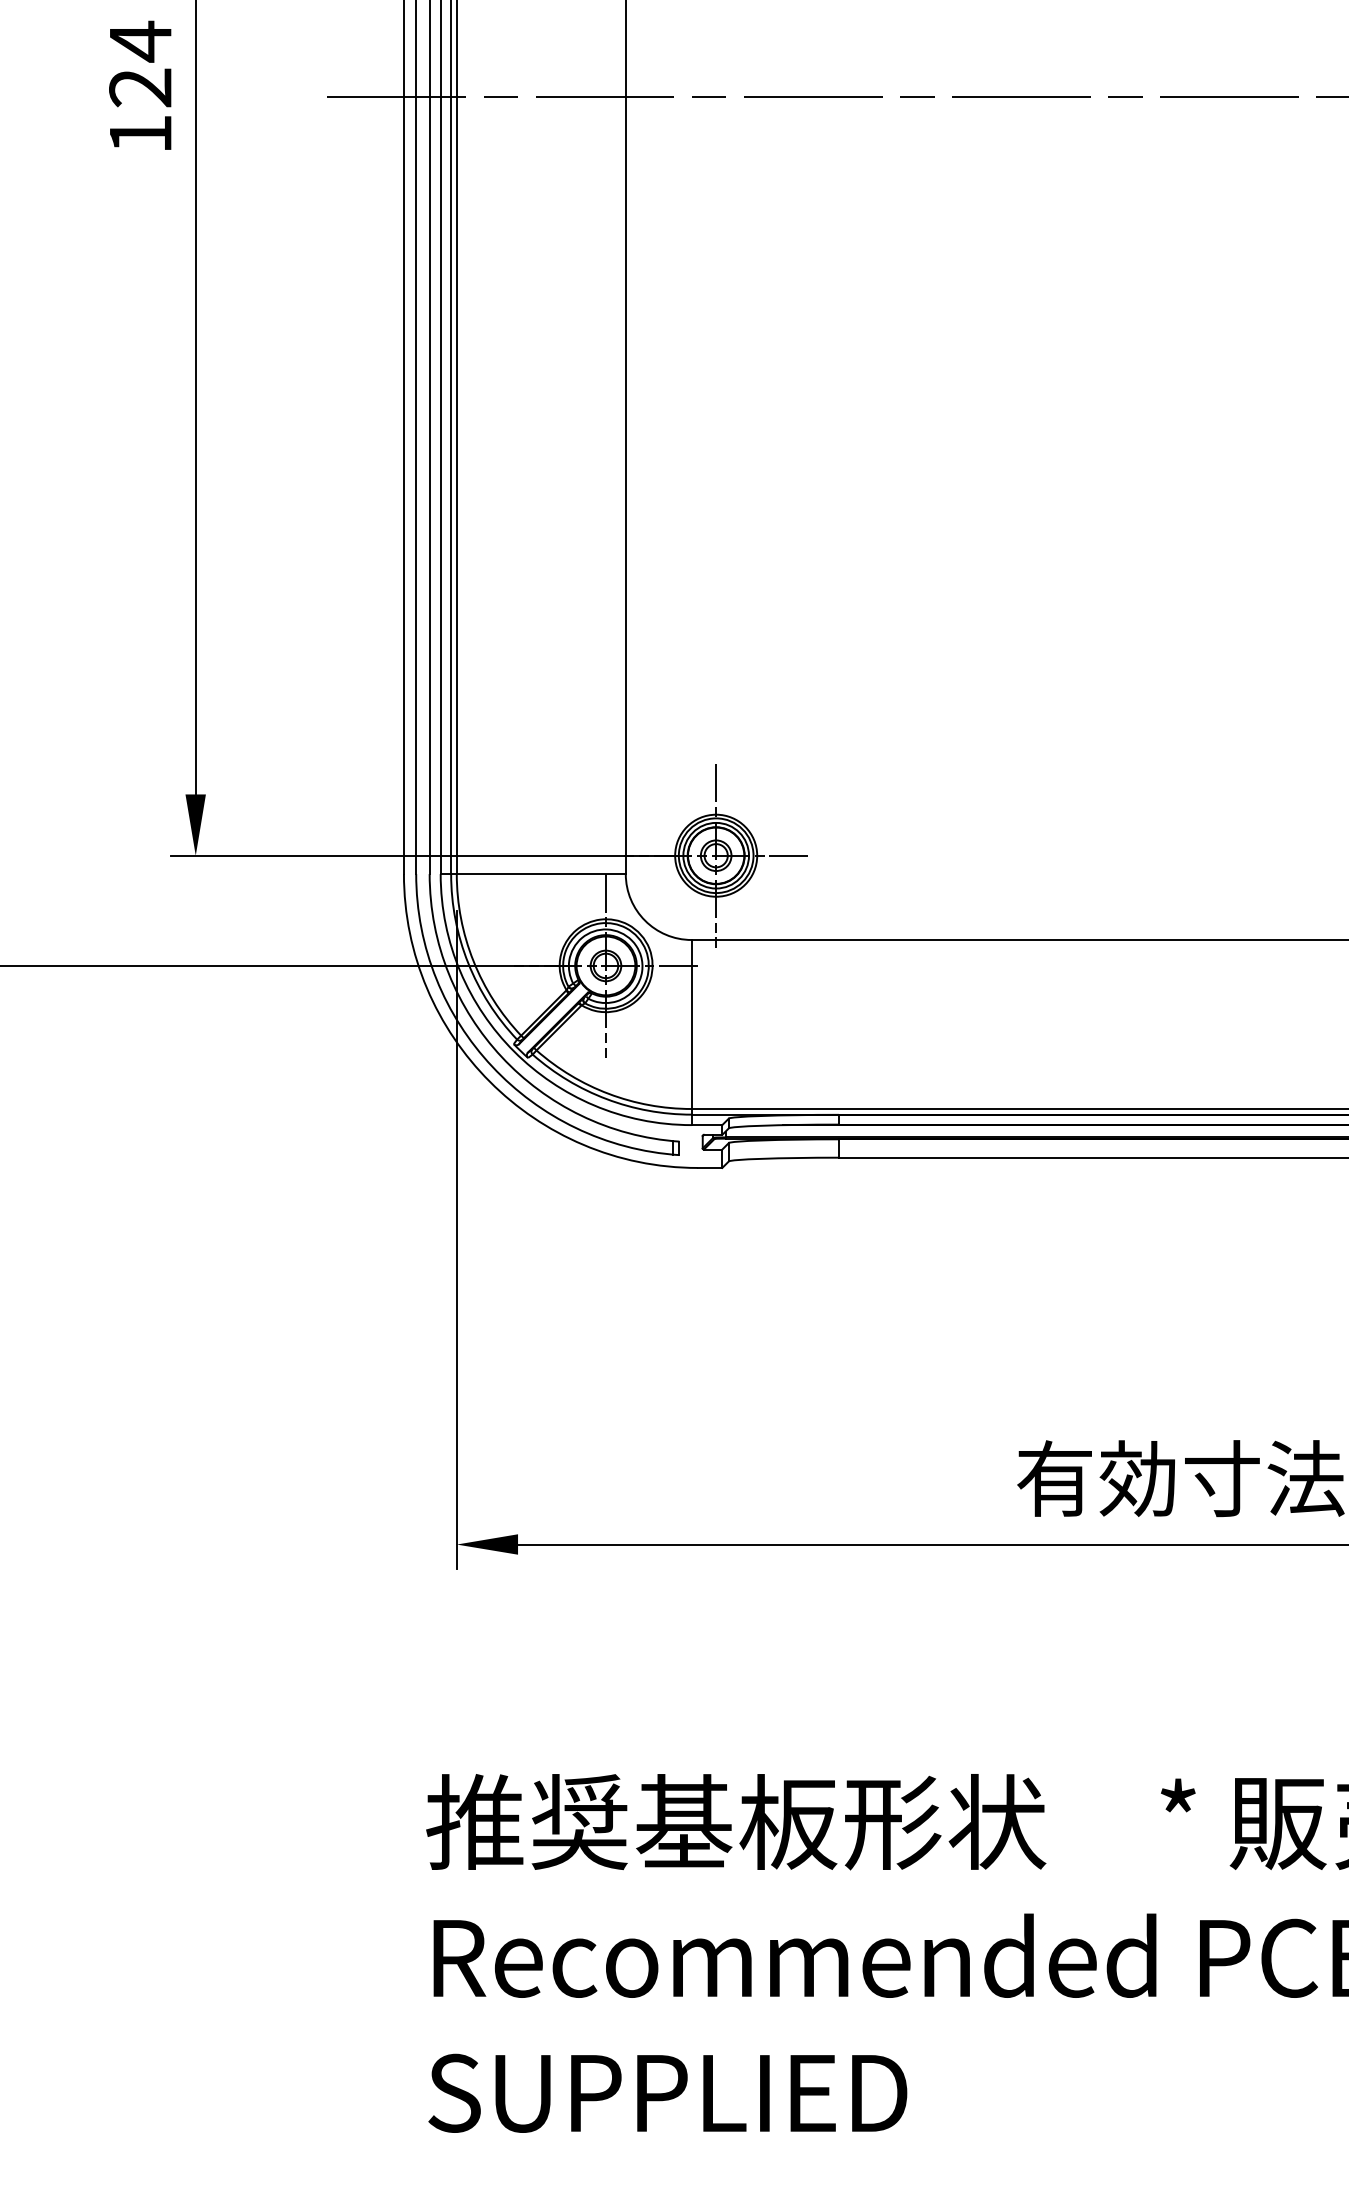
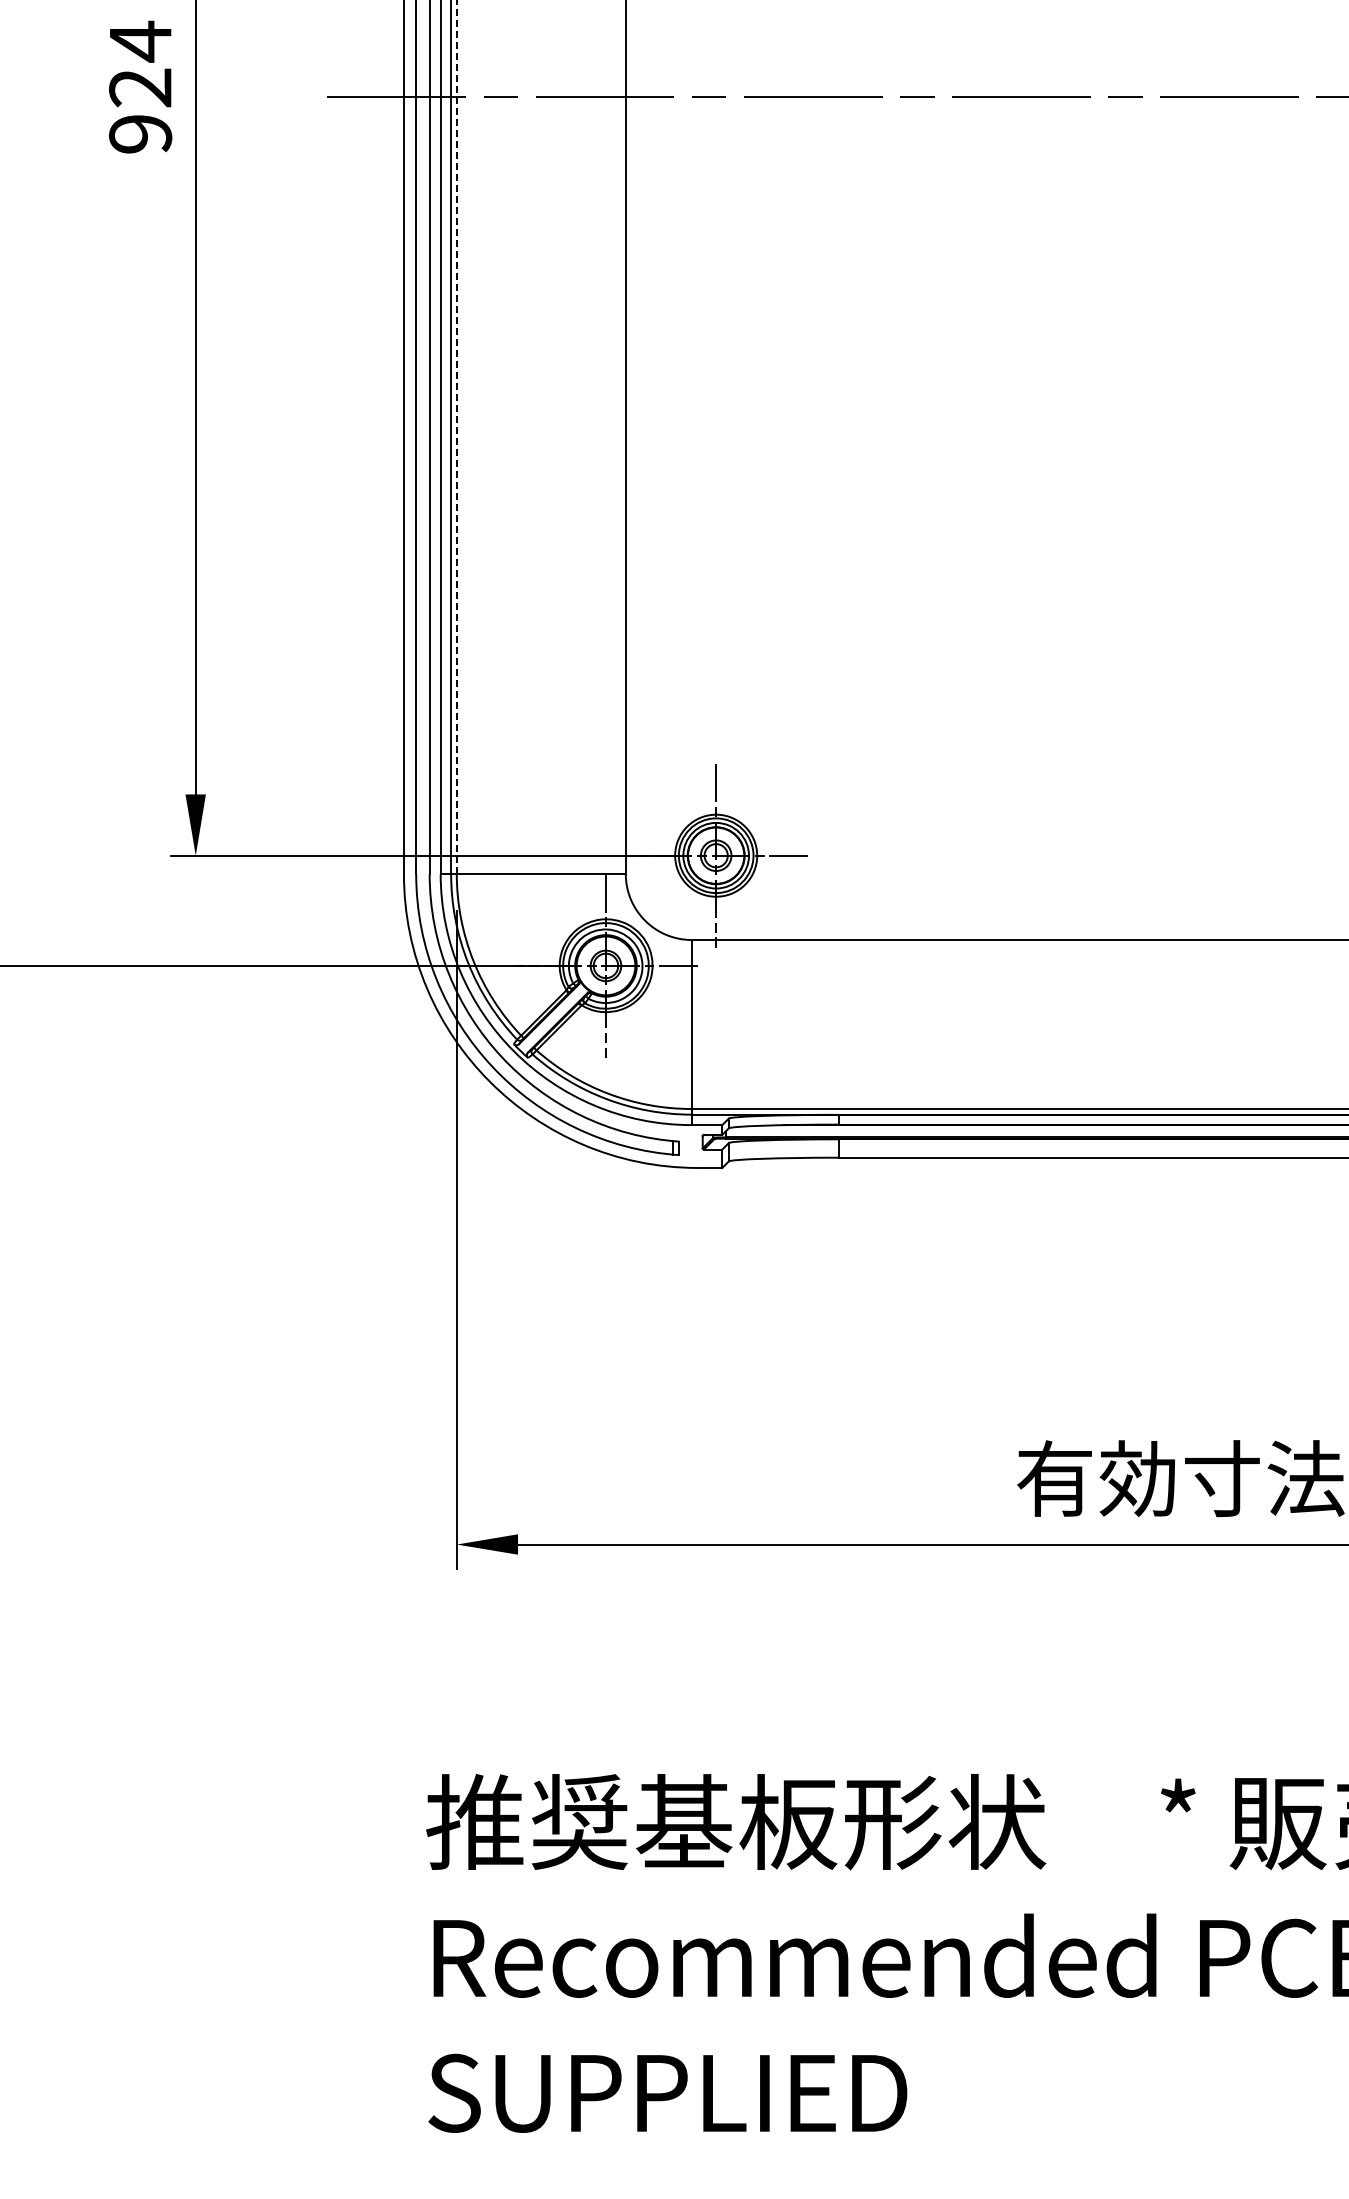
text at (140, 134): 124 -> 924
line at (456, 437): solid -> dashed
